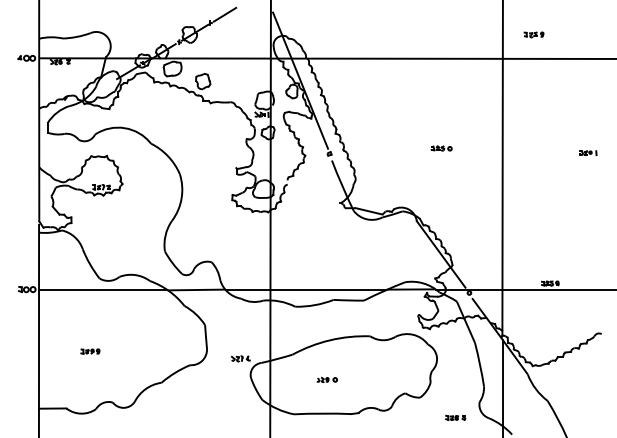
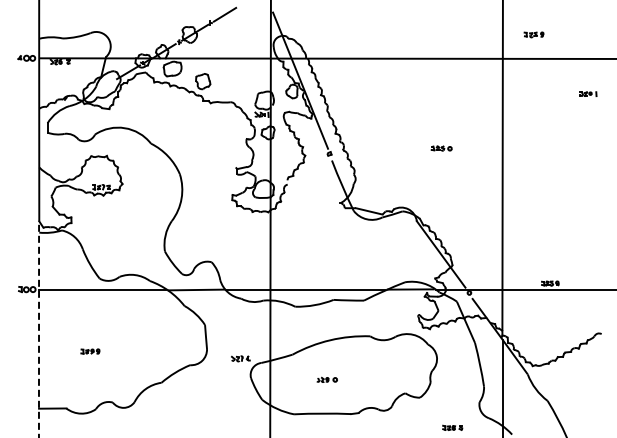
part at (588, 152) position: (588, 152) -> (588, 93)
line at (39, 331): solid -> dashed
part at (455, 417) position: (455, 417) -> (452, 427)
